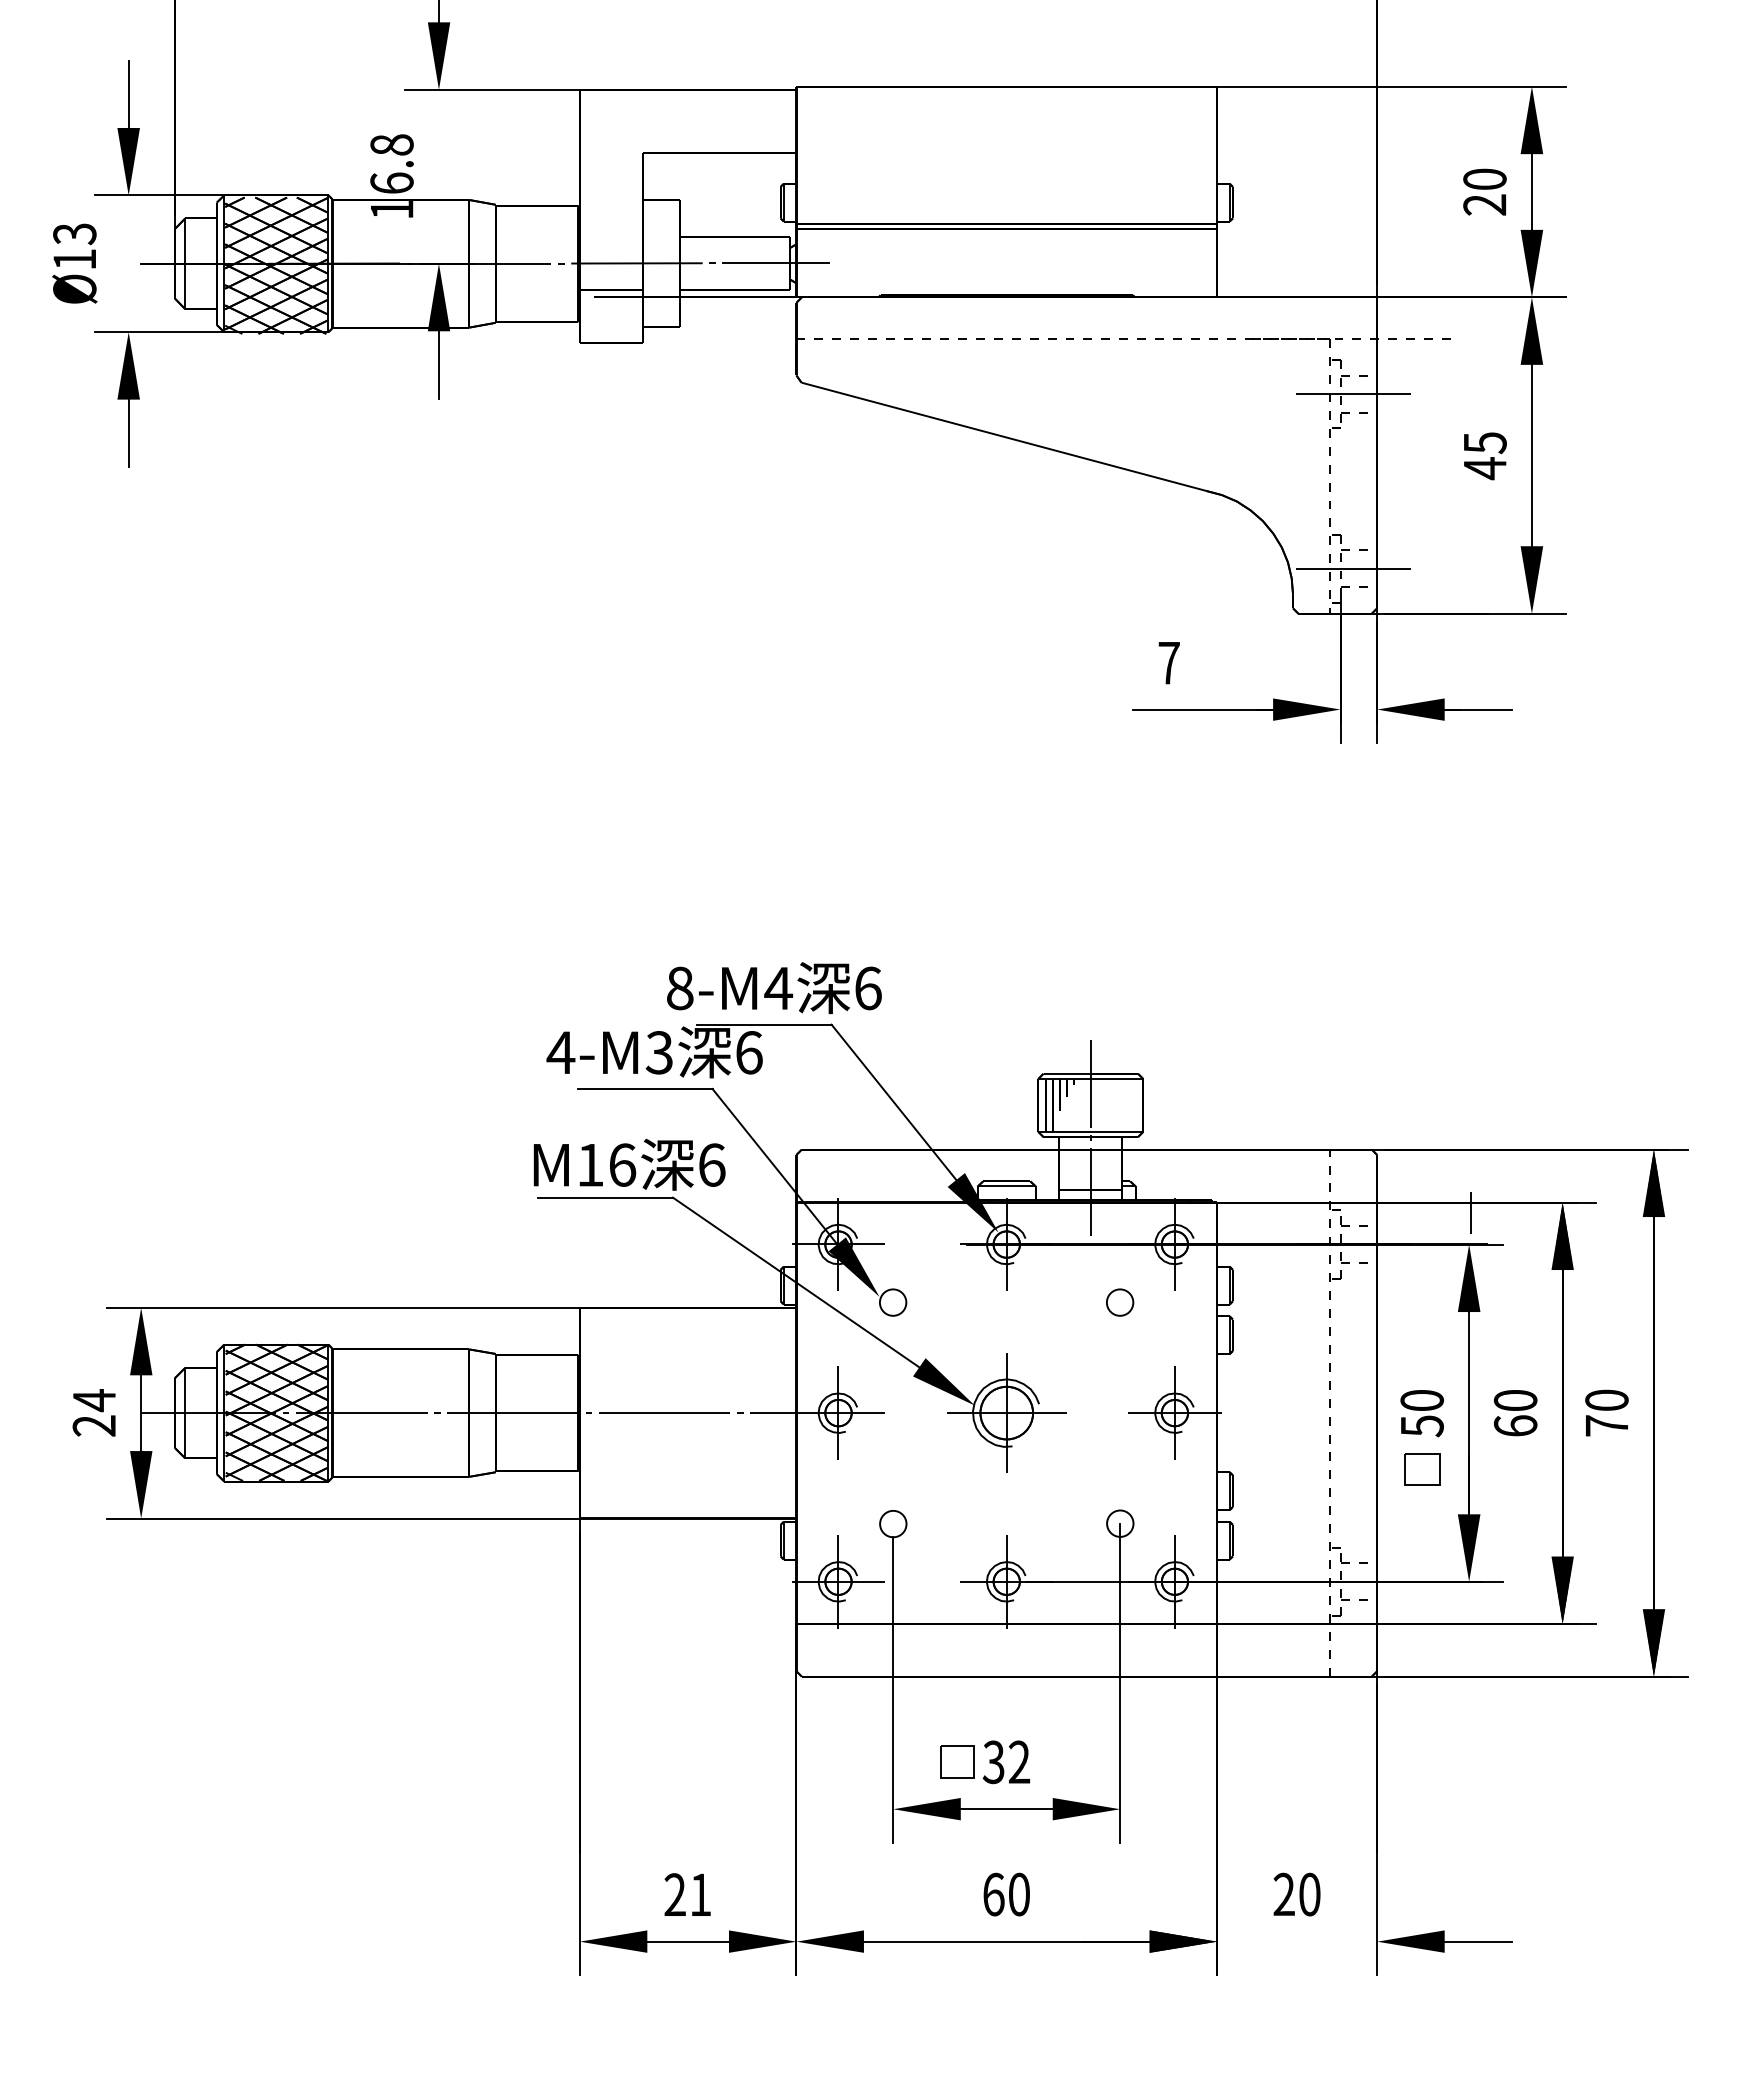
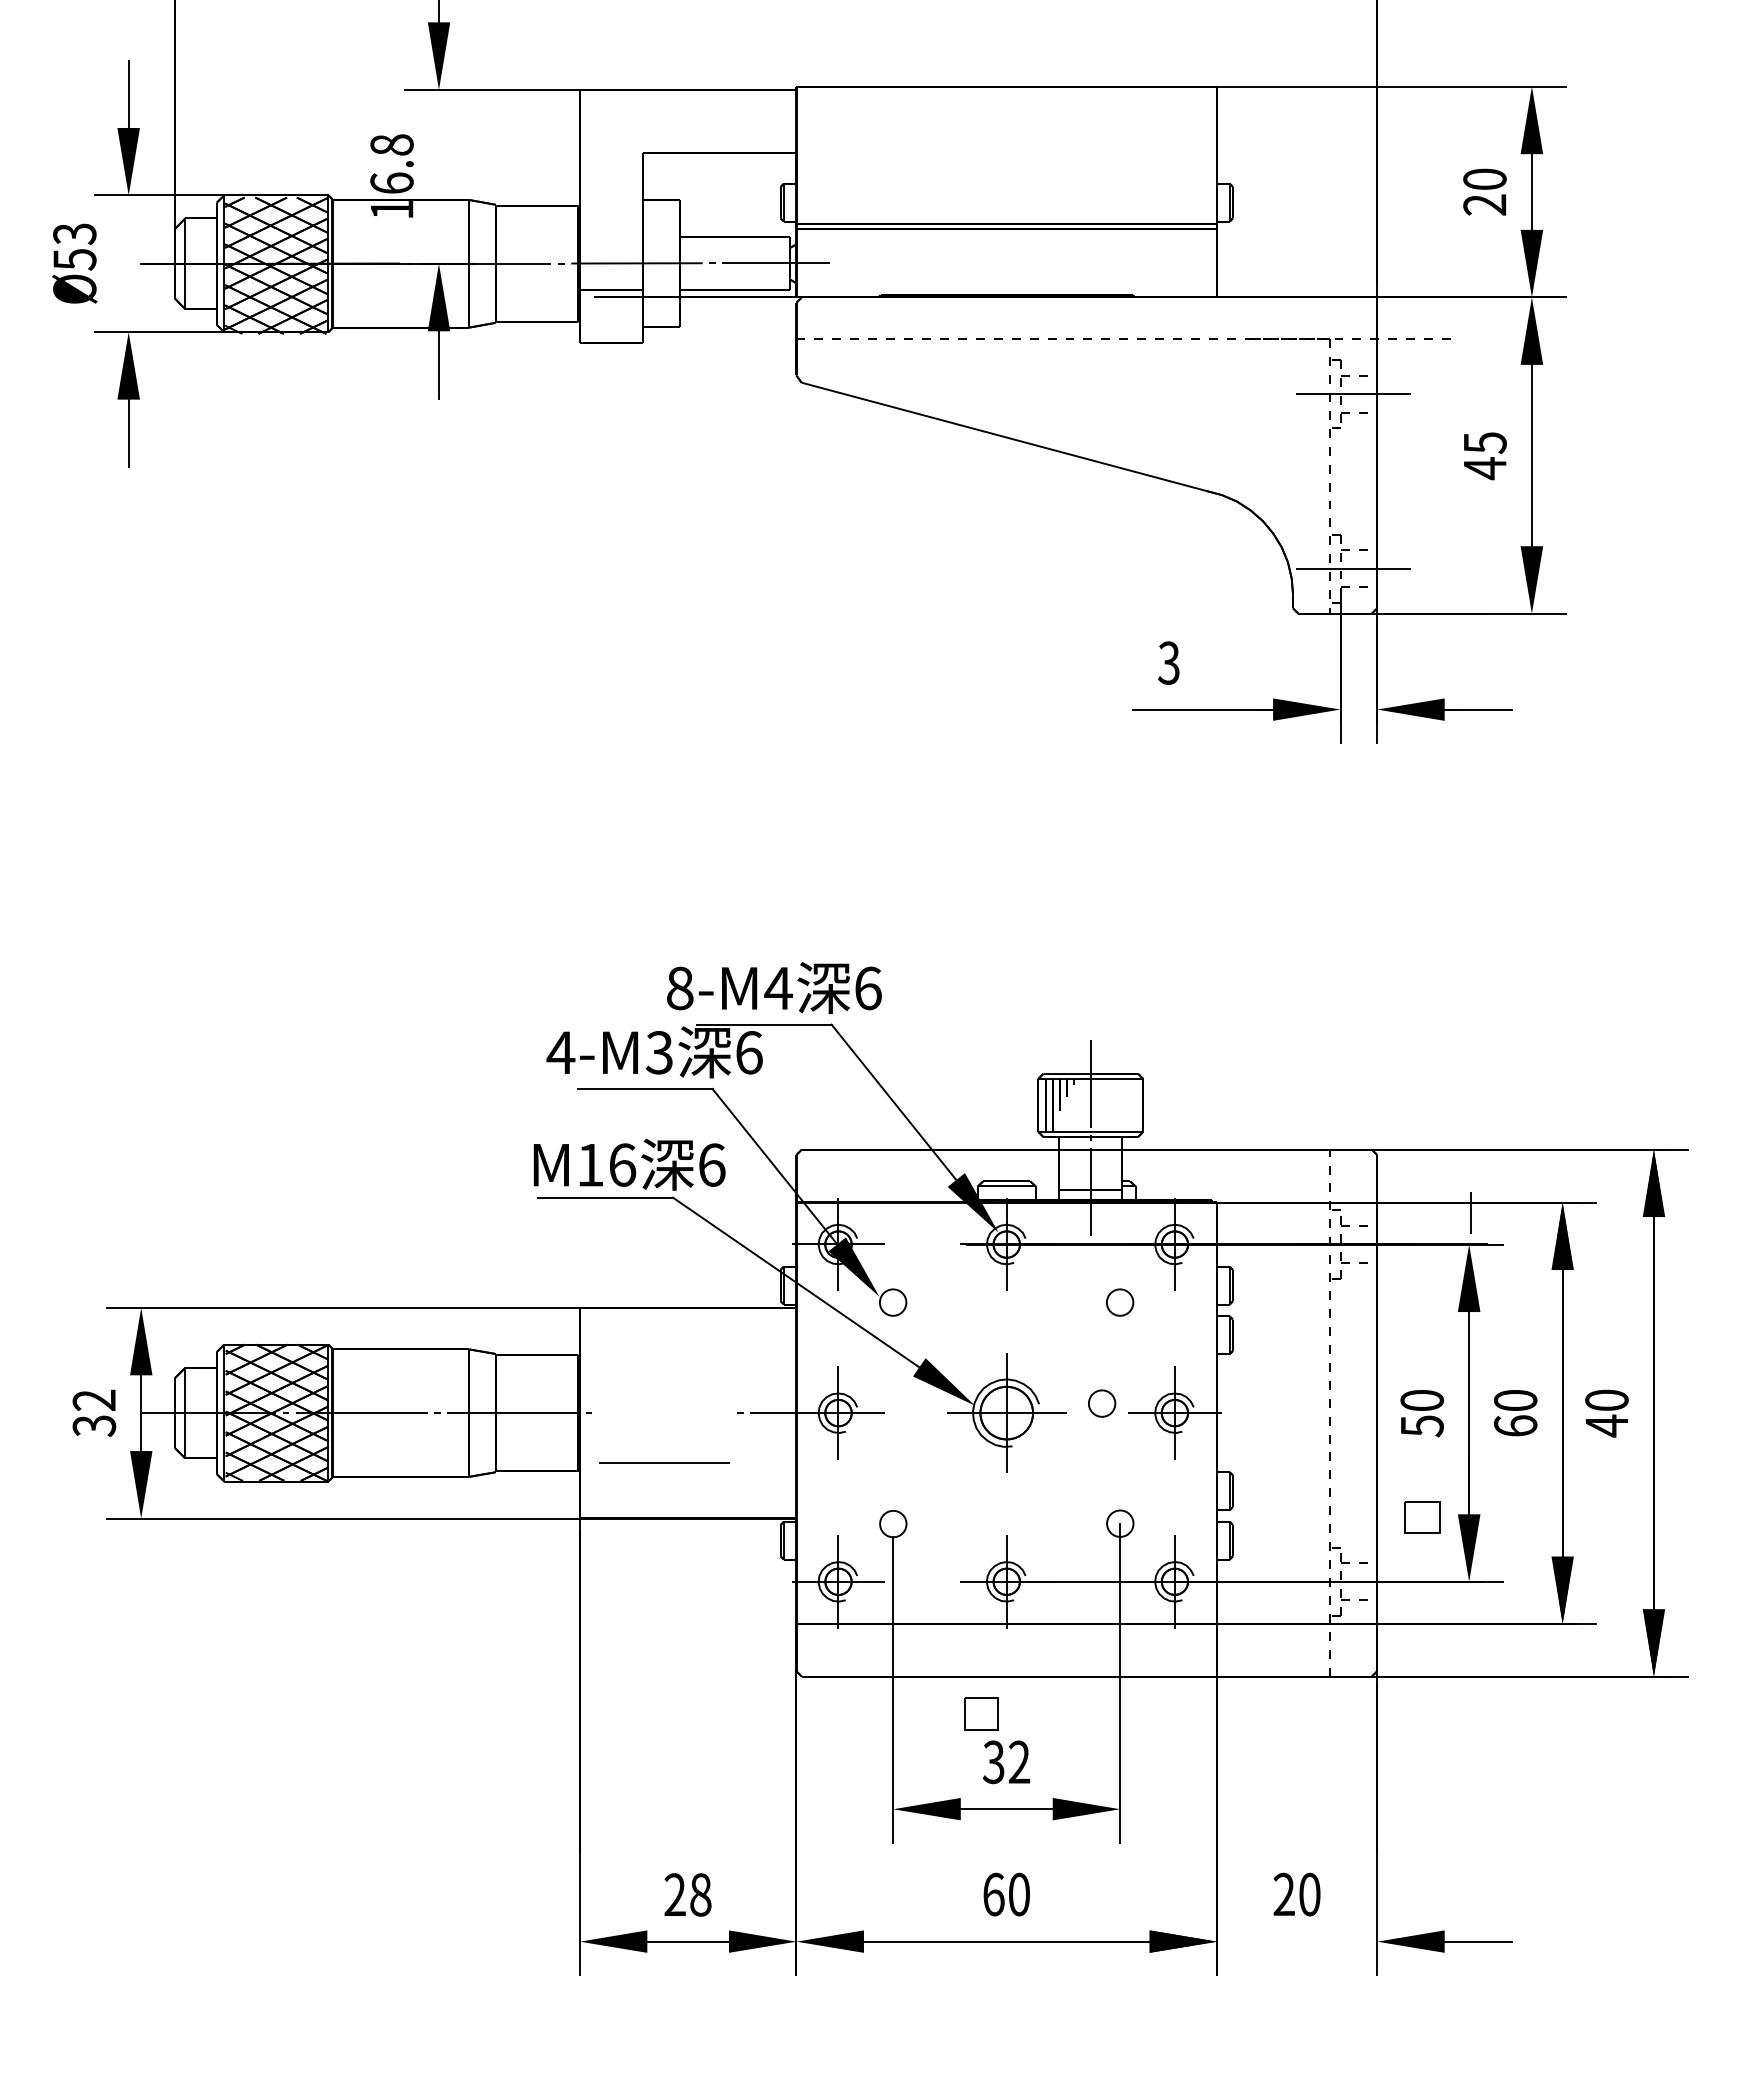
text at (74, 259): Ø13 -> Ø53
text at (1168, 662): 7 -> 3
circle at (1102, 1403): none -> present
line at (664, 1412) position: (664, 1412) -> (664, 1462)
text at (94, 1413): 24 -> 32
text at (1606, 1425): 70 -> 40
part at (1422, 1469) position: (1422, 1469) -> (1422, 1517)
part at (957, 1761) position: (957, 1761) -> (981, 1713)
text at (700, 1894): 21 -> 28
